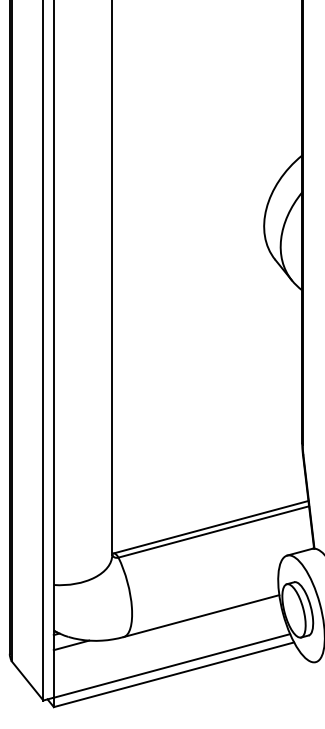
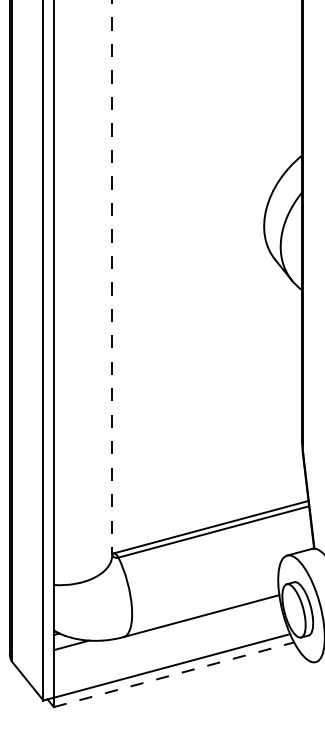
line at (112, 278): solid -> dashed
line at (174, 674): solid -> dashed
